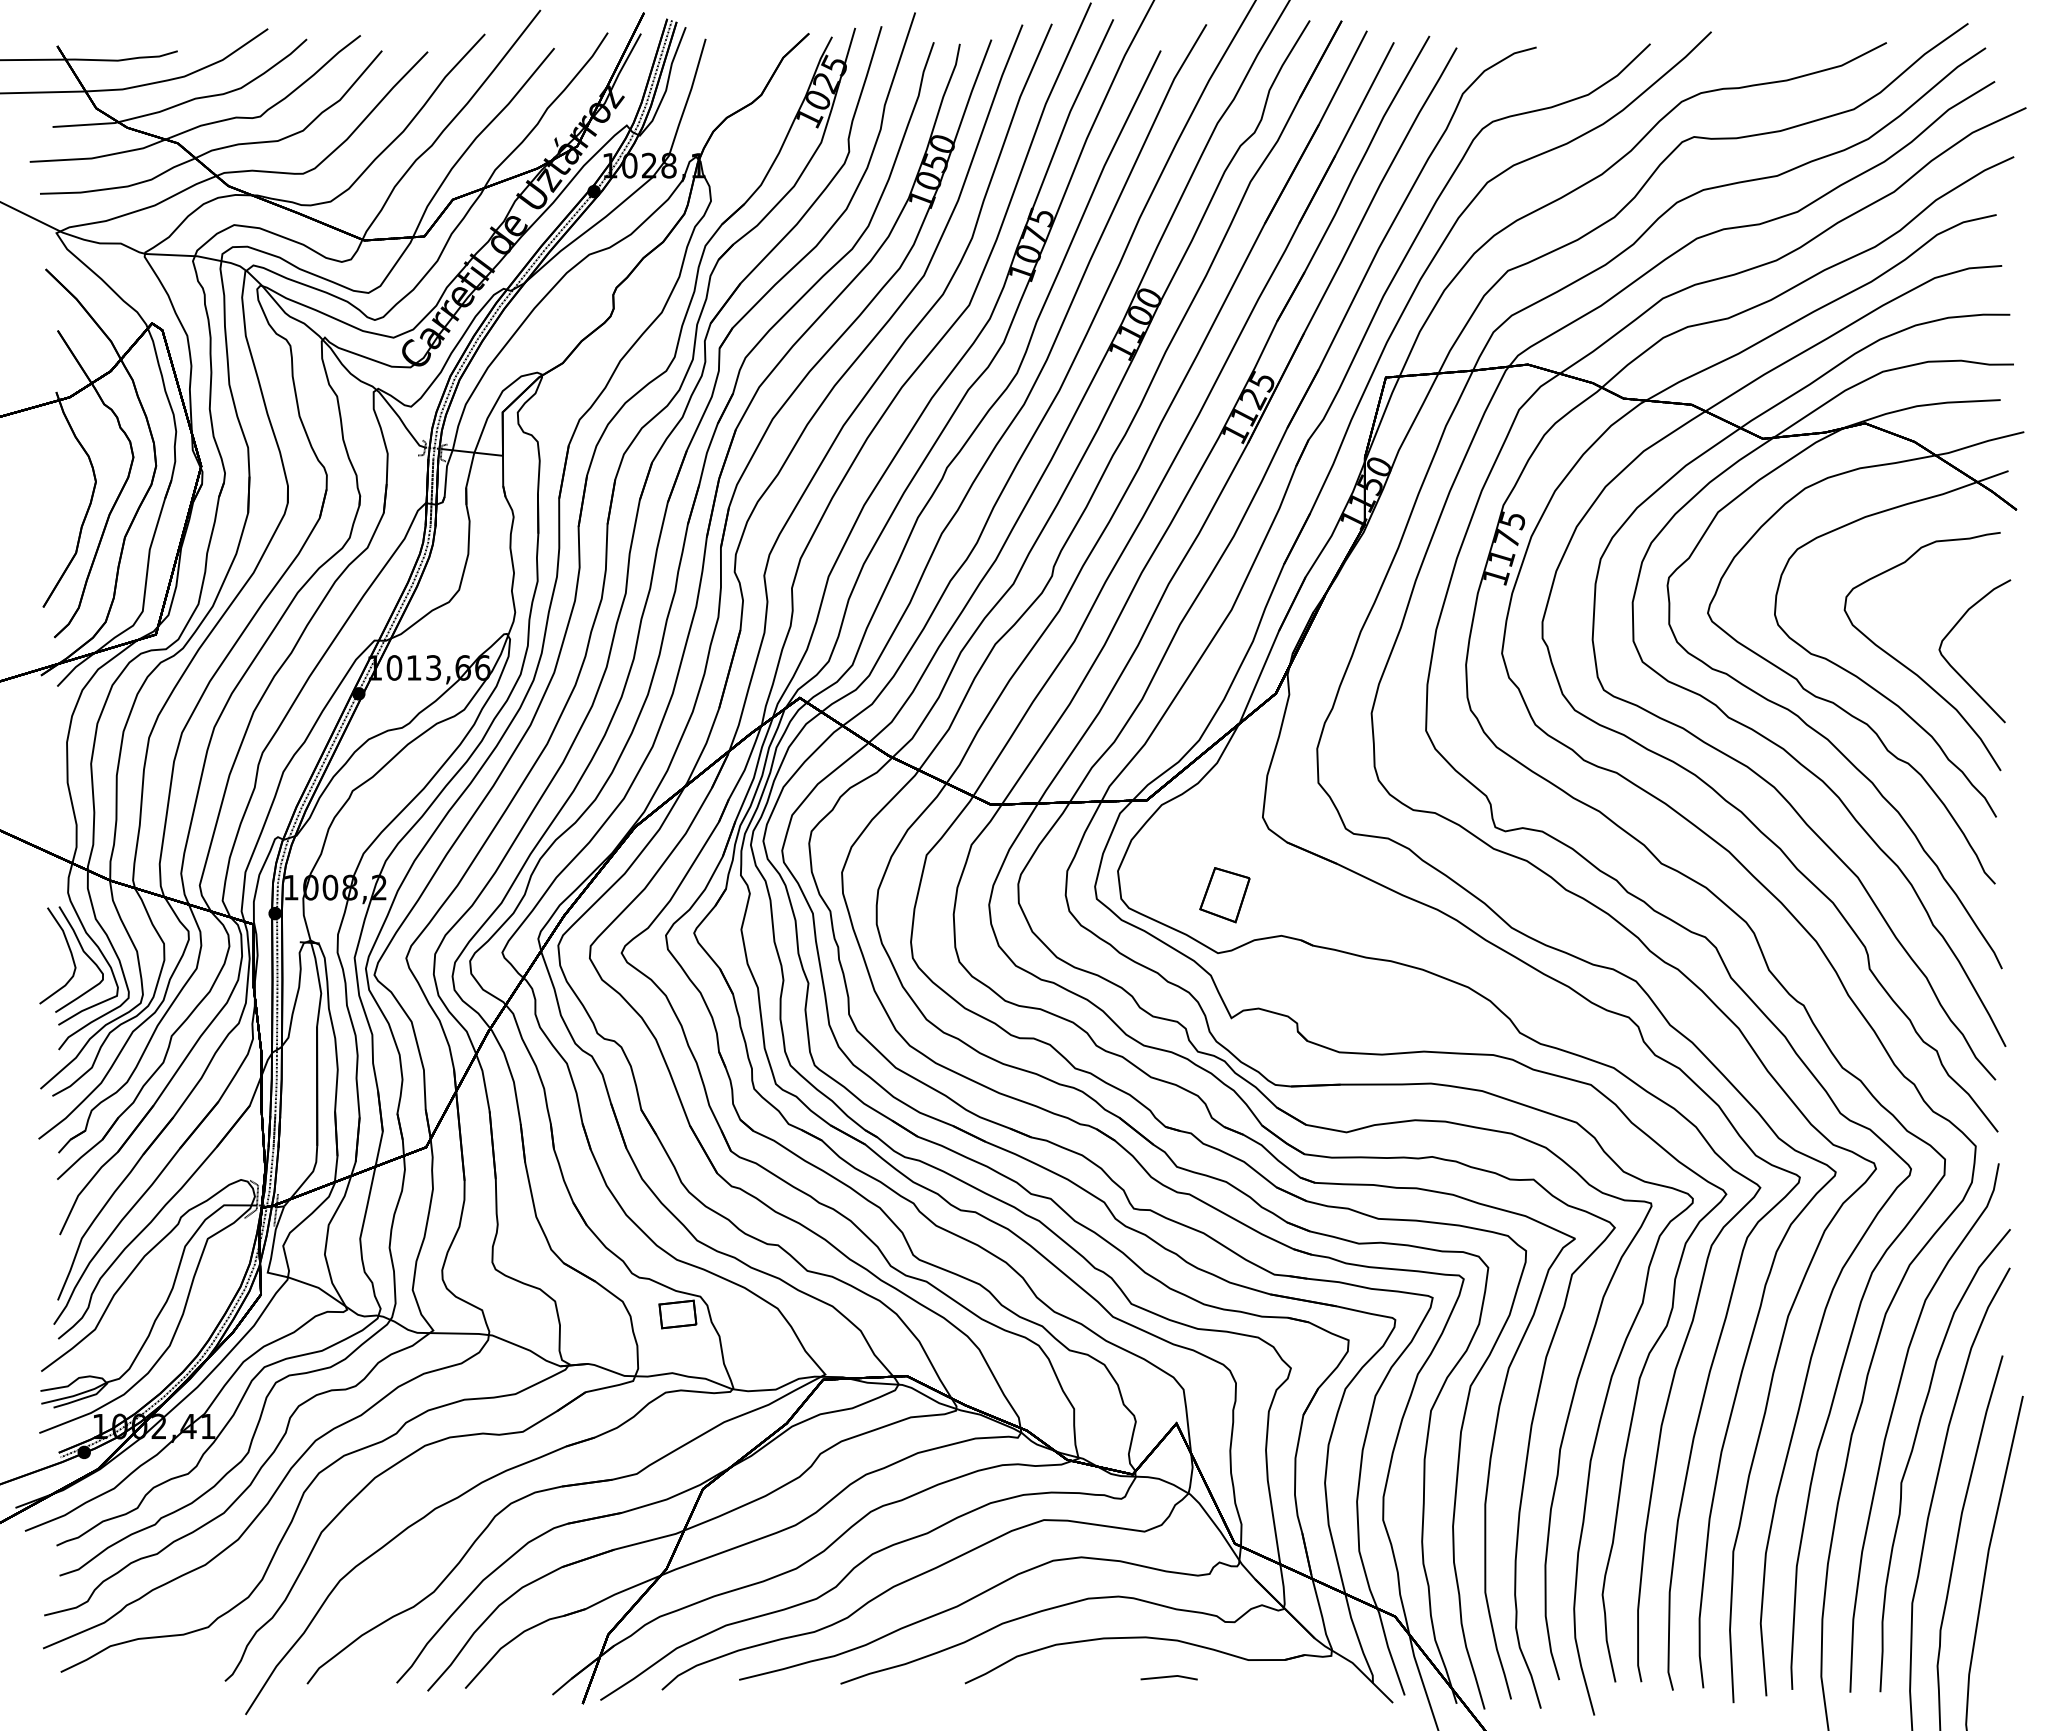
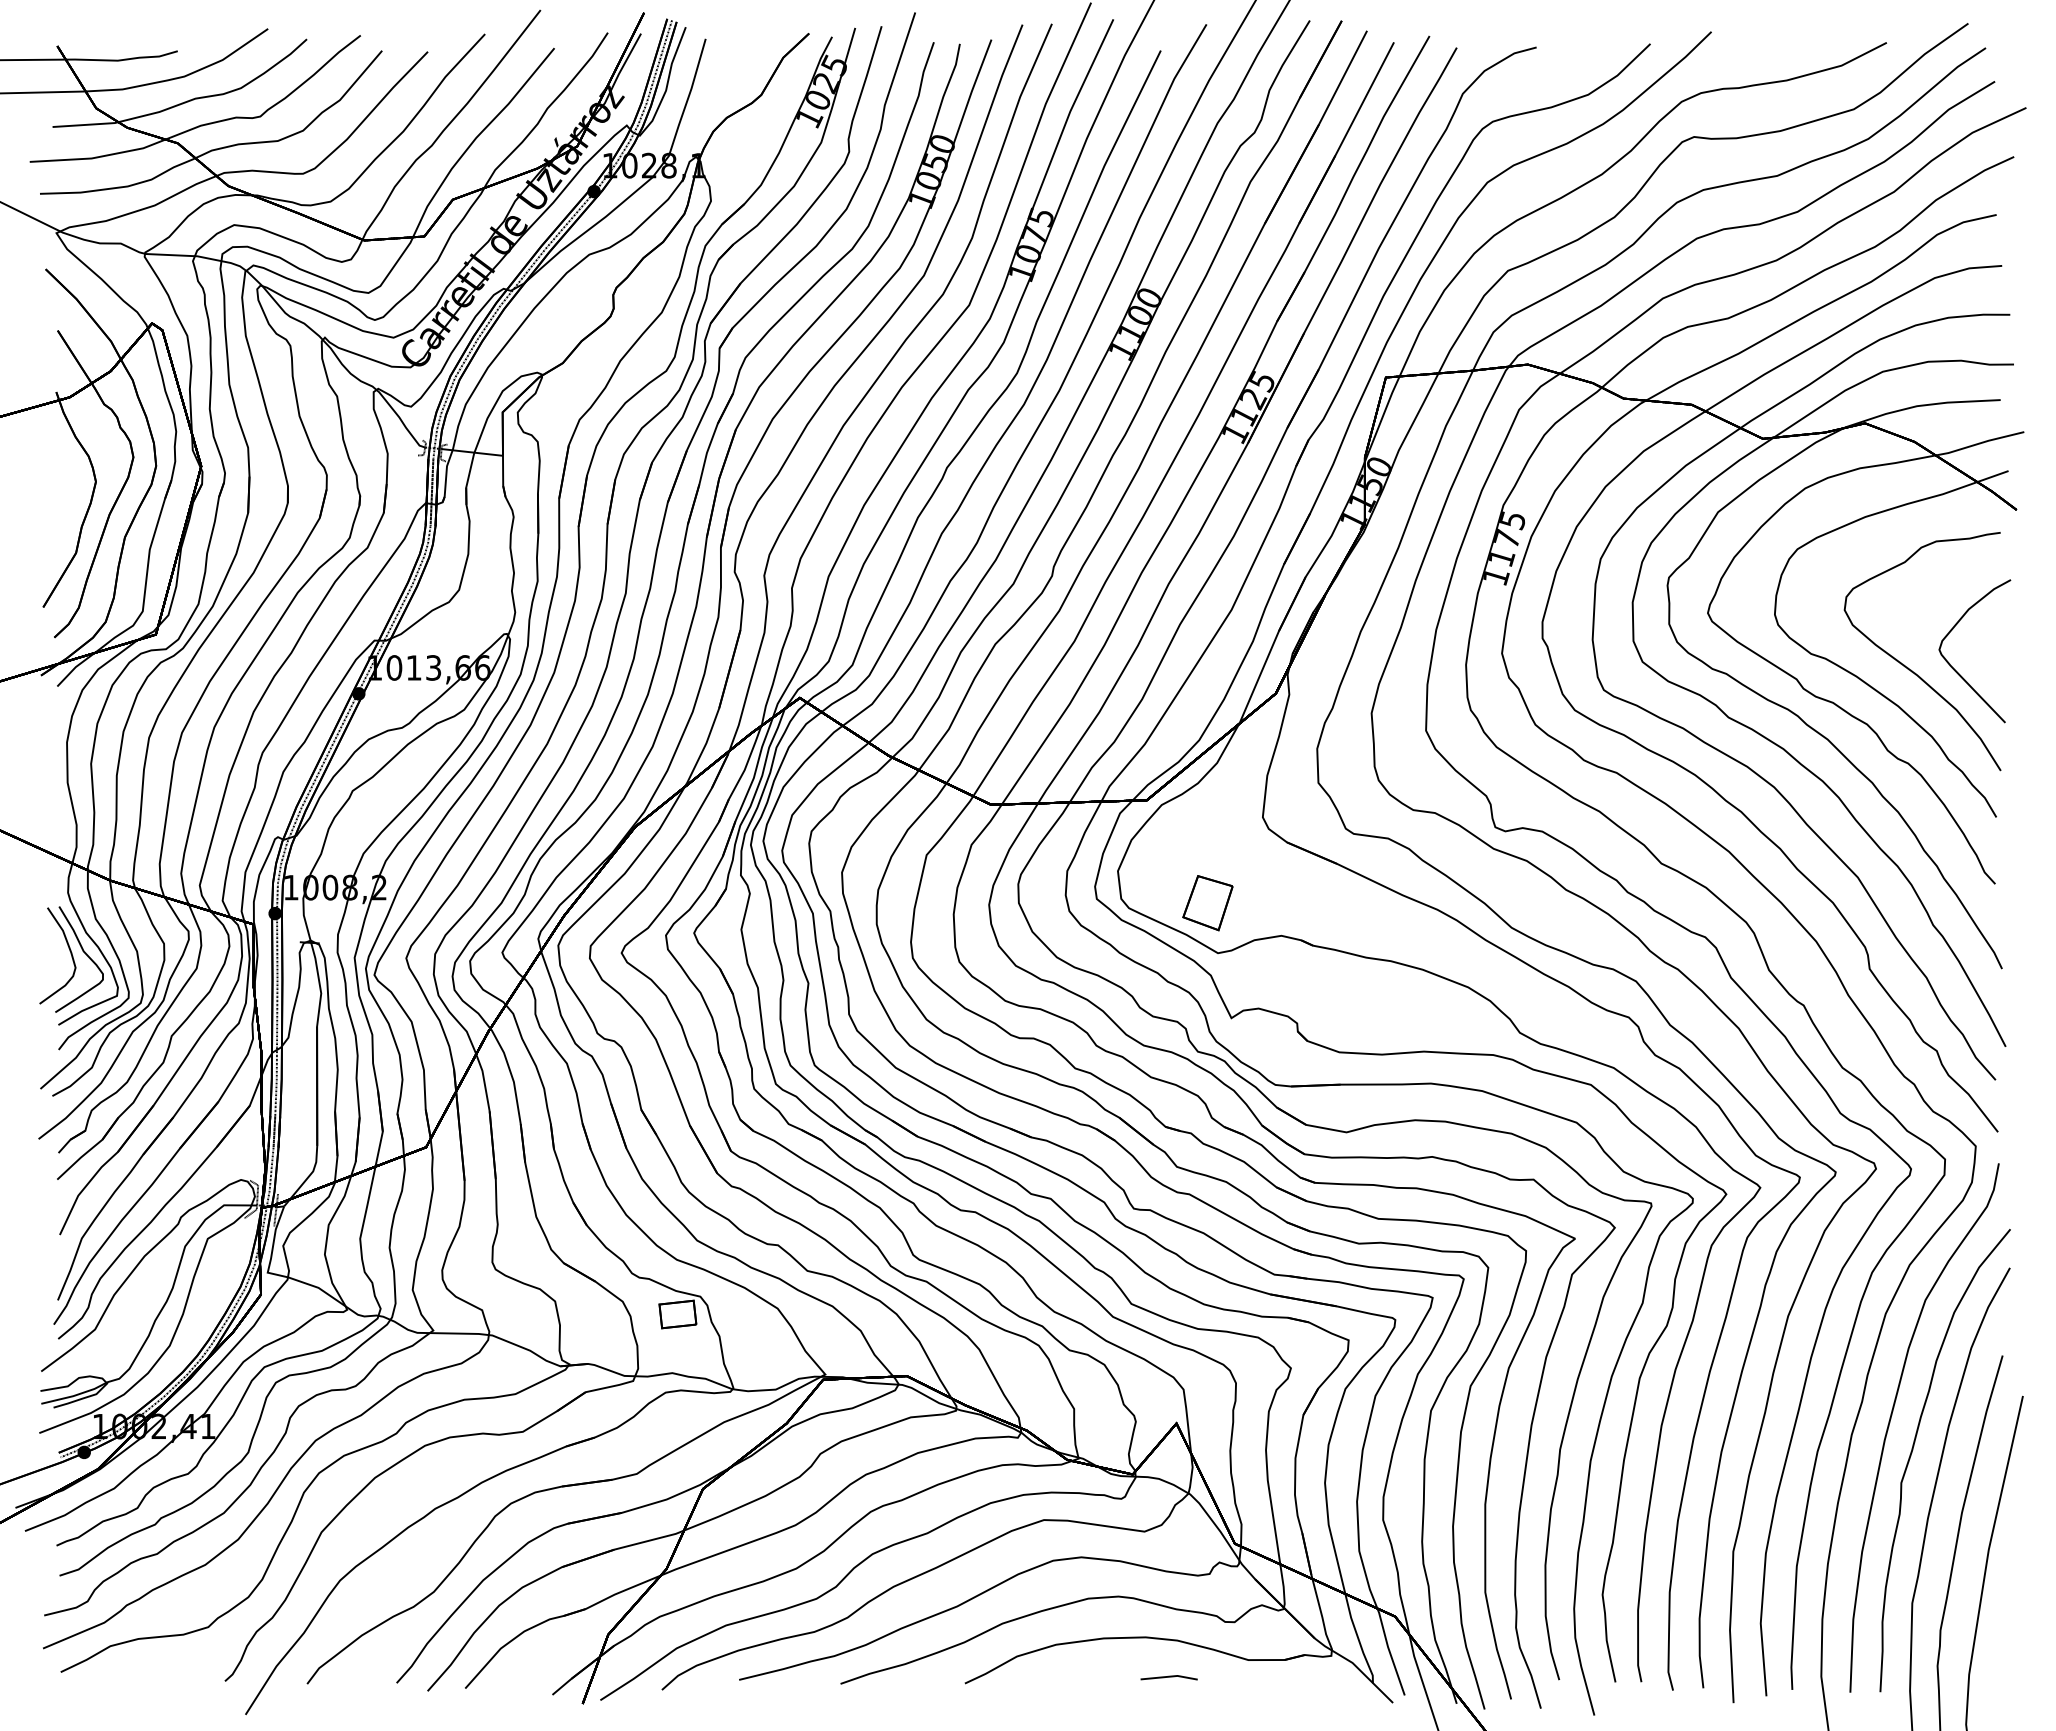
part at (1224, 895) position: (1224, 895) -> (1207, 903)
